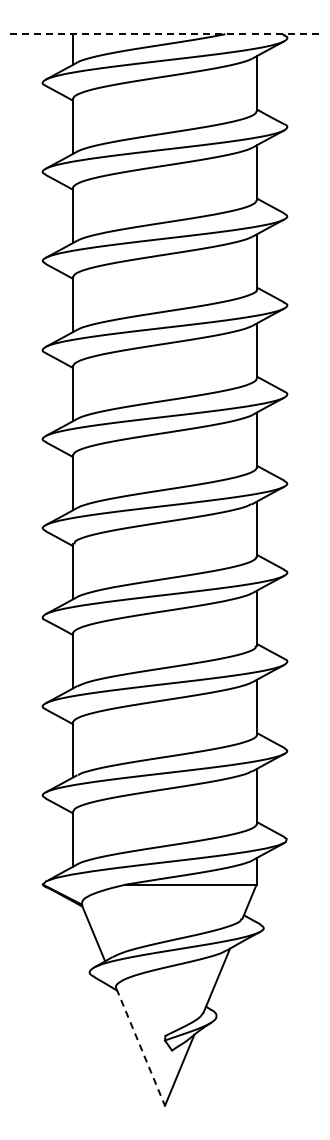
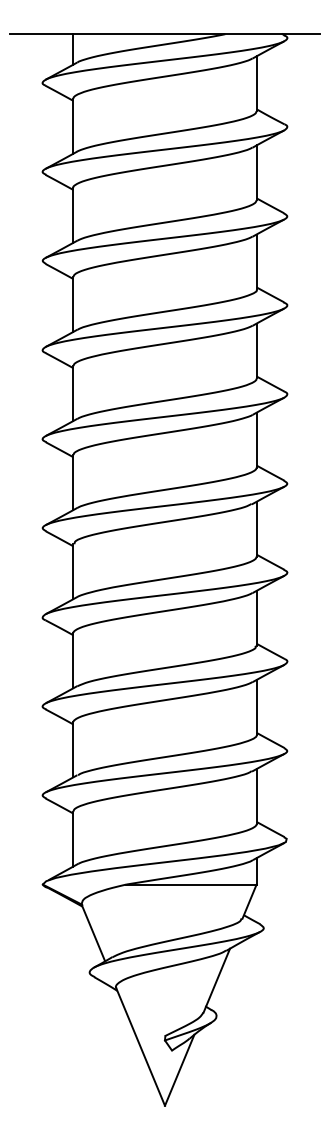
line at (165, 34): dashed -> solid
line at (140, 1047): dashed -> solid
